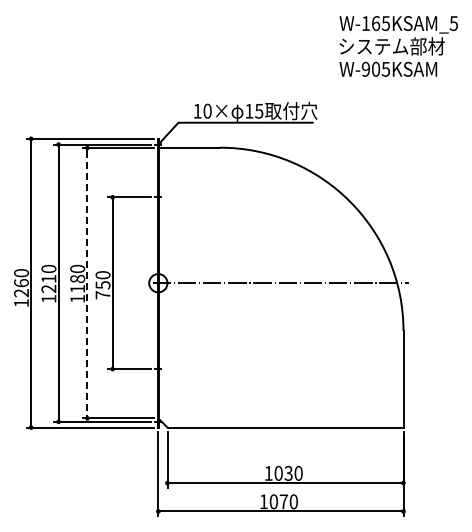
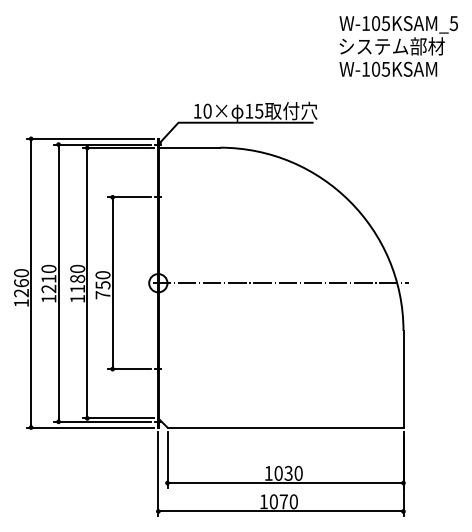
text at (376, 23): W-165KSAM_5 -> W-105KSAM_5
text at (365, 68): W-905KSAM -> W-105KSAM
line at (87, 283): dashed -> solid
